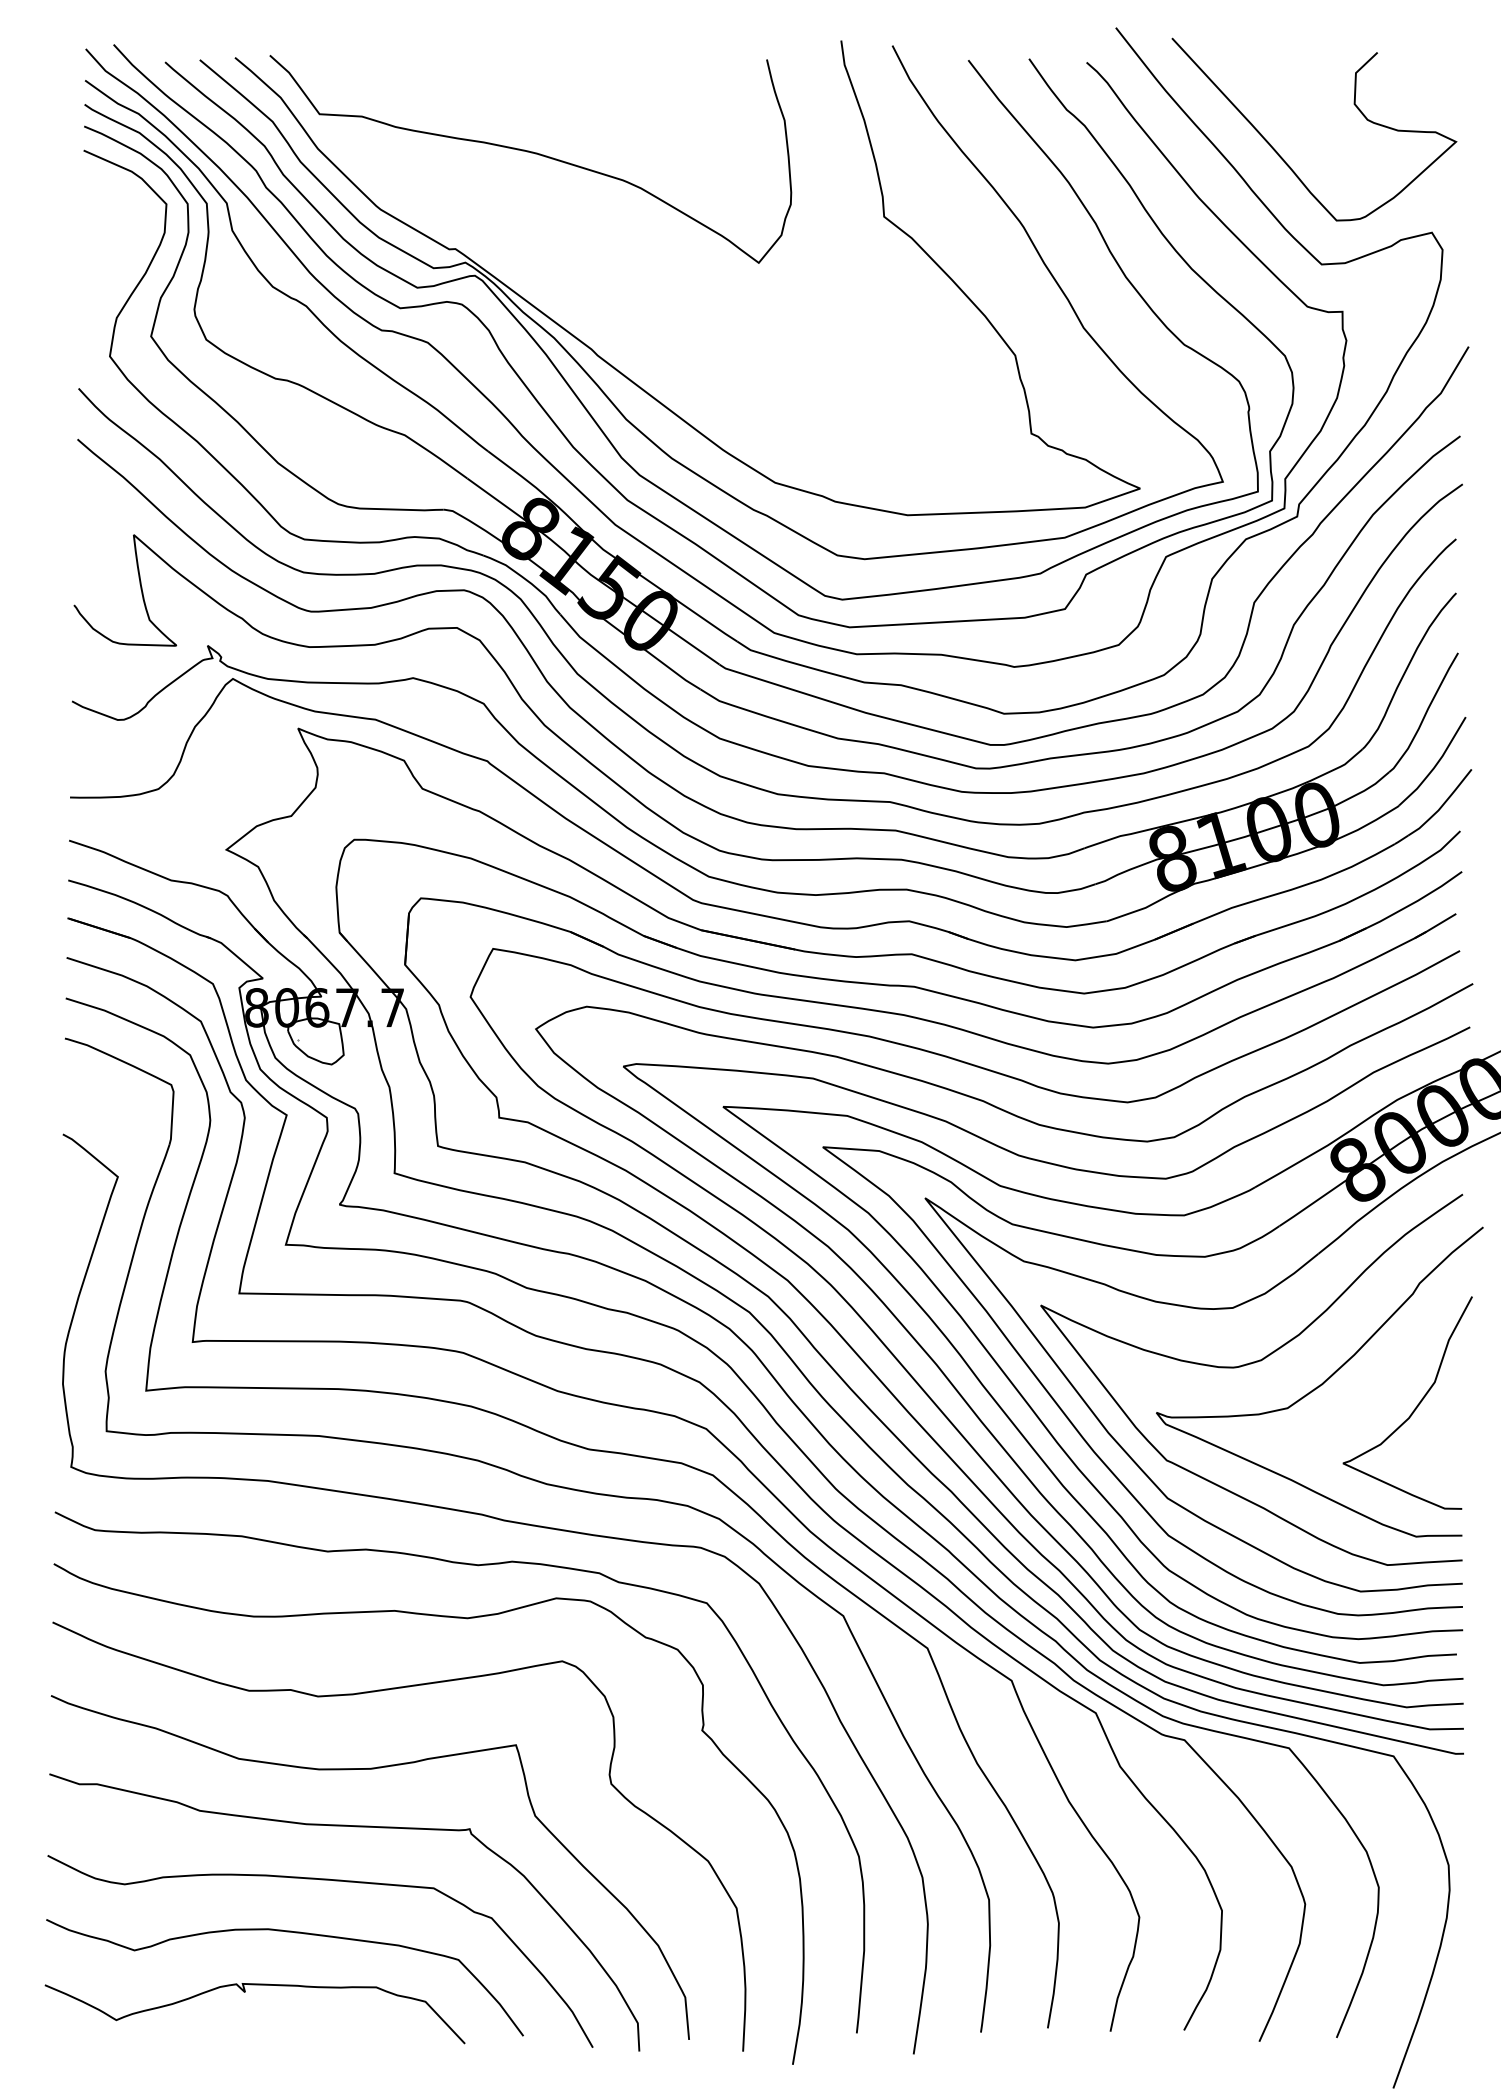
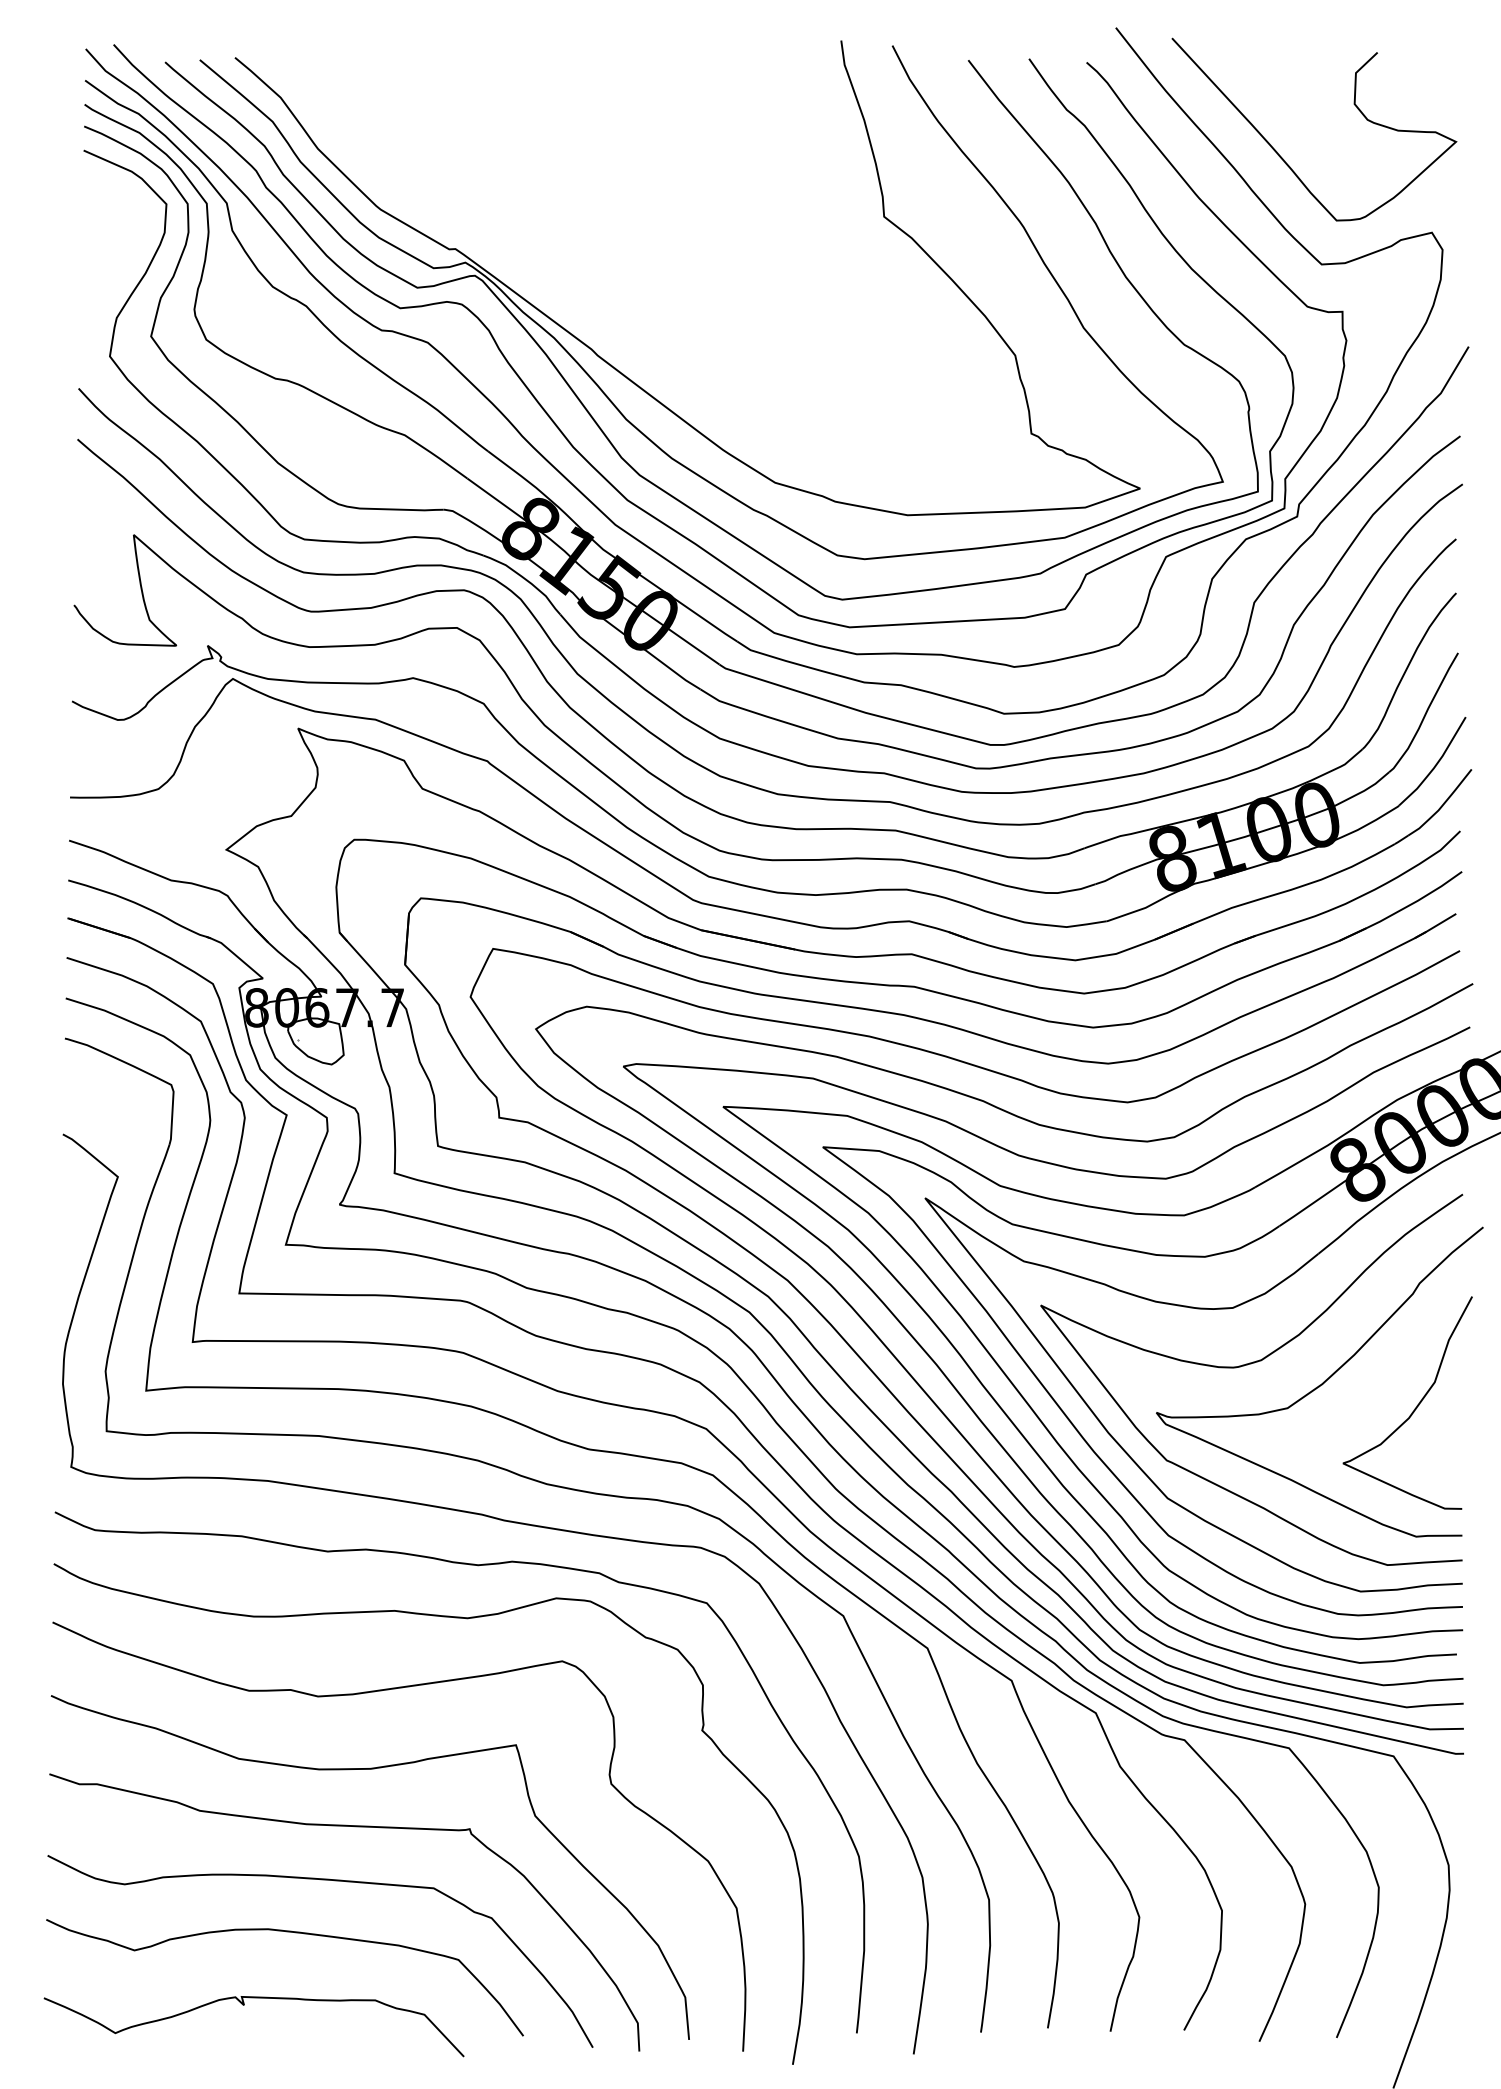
curve at (531, 153): present -> none
curve at (245, 1992) position: (245, 1992) -> (244, 2005)
